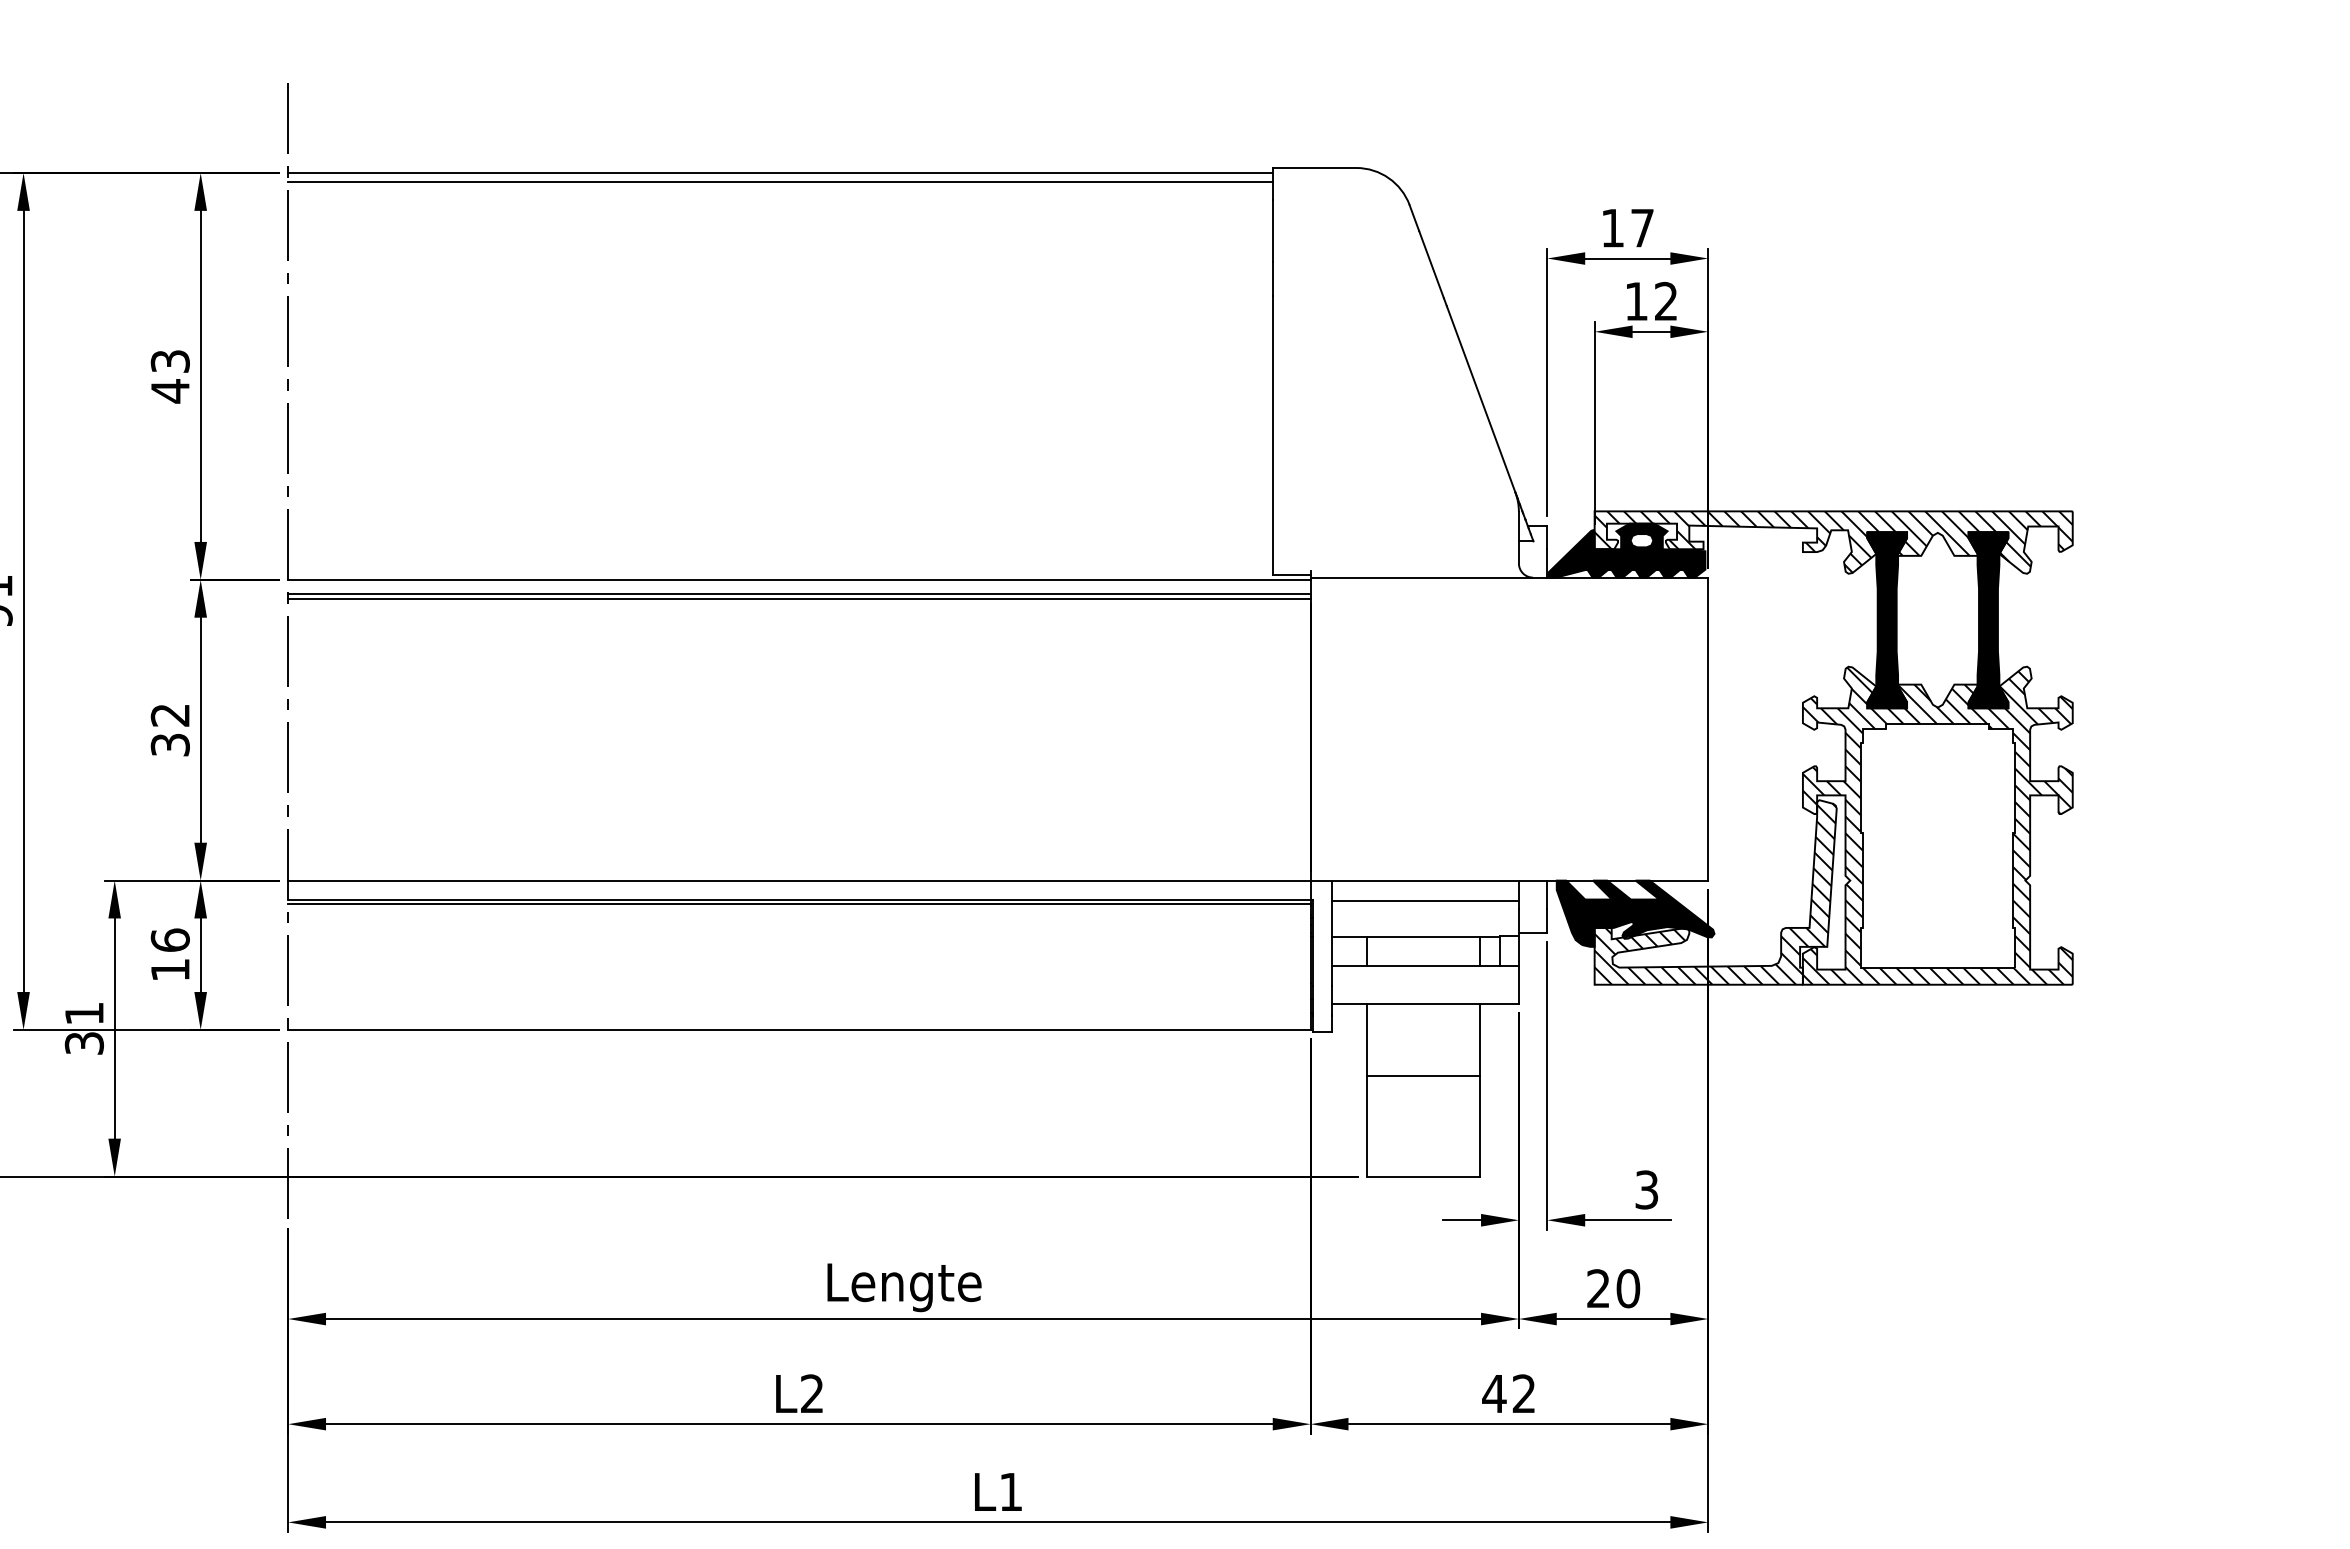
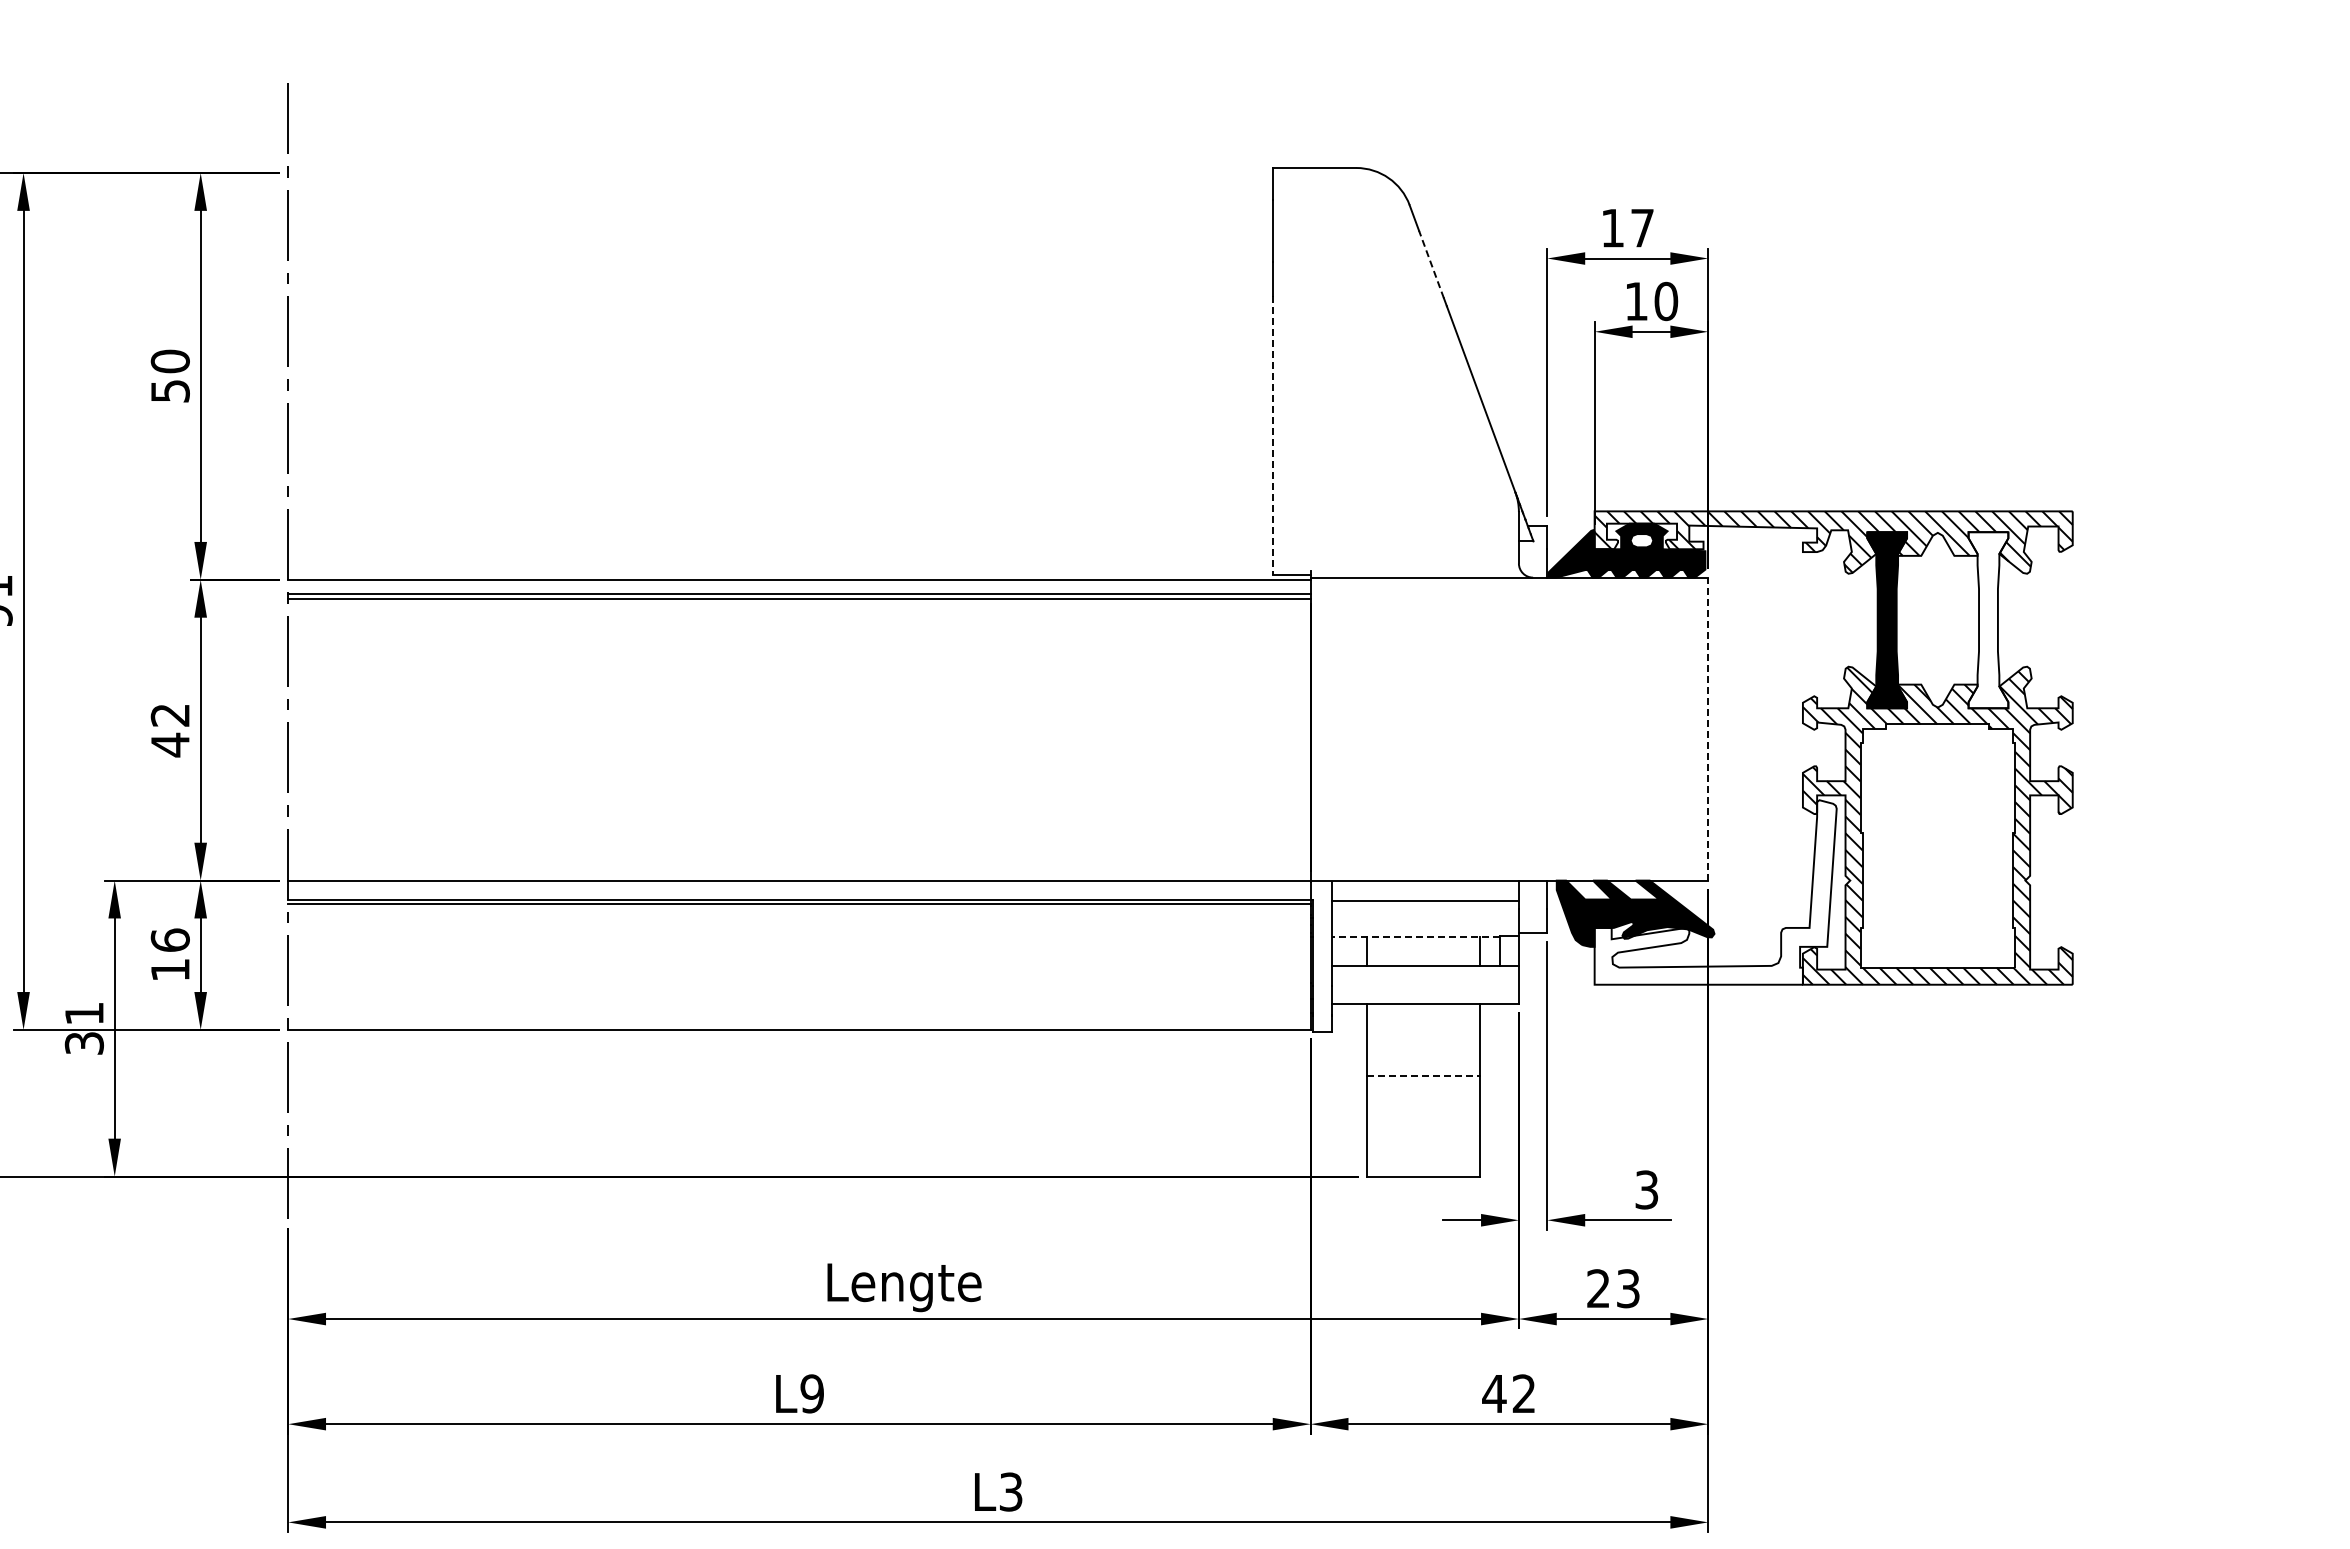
line at (780, 173): present -> none
line at (780, 182): present -> none
line at (1431, 264): solid -> dashed
text at (1666, 301): 12 -> 10
text at (169, 376): 43 -> 50
line at (1272, 435): solid -> dashed
fill at (1988, 620): present -> none
line at (1708, 728): solid -> dashed
text at (169, 744): 32 -> 42
hatch at (1715, 893): present -> none
line at (1416, 937): solid -> dashed
line at (1423, 1075): solid -> dashed
text at (1628, 1288): 20 -> 23
text at (811, 1393): L2 -> L9
text at (1011, 1491): L1 -> L3
